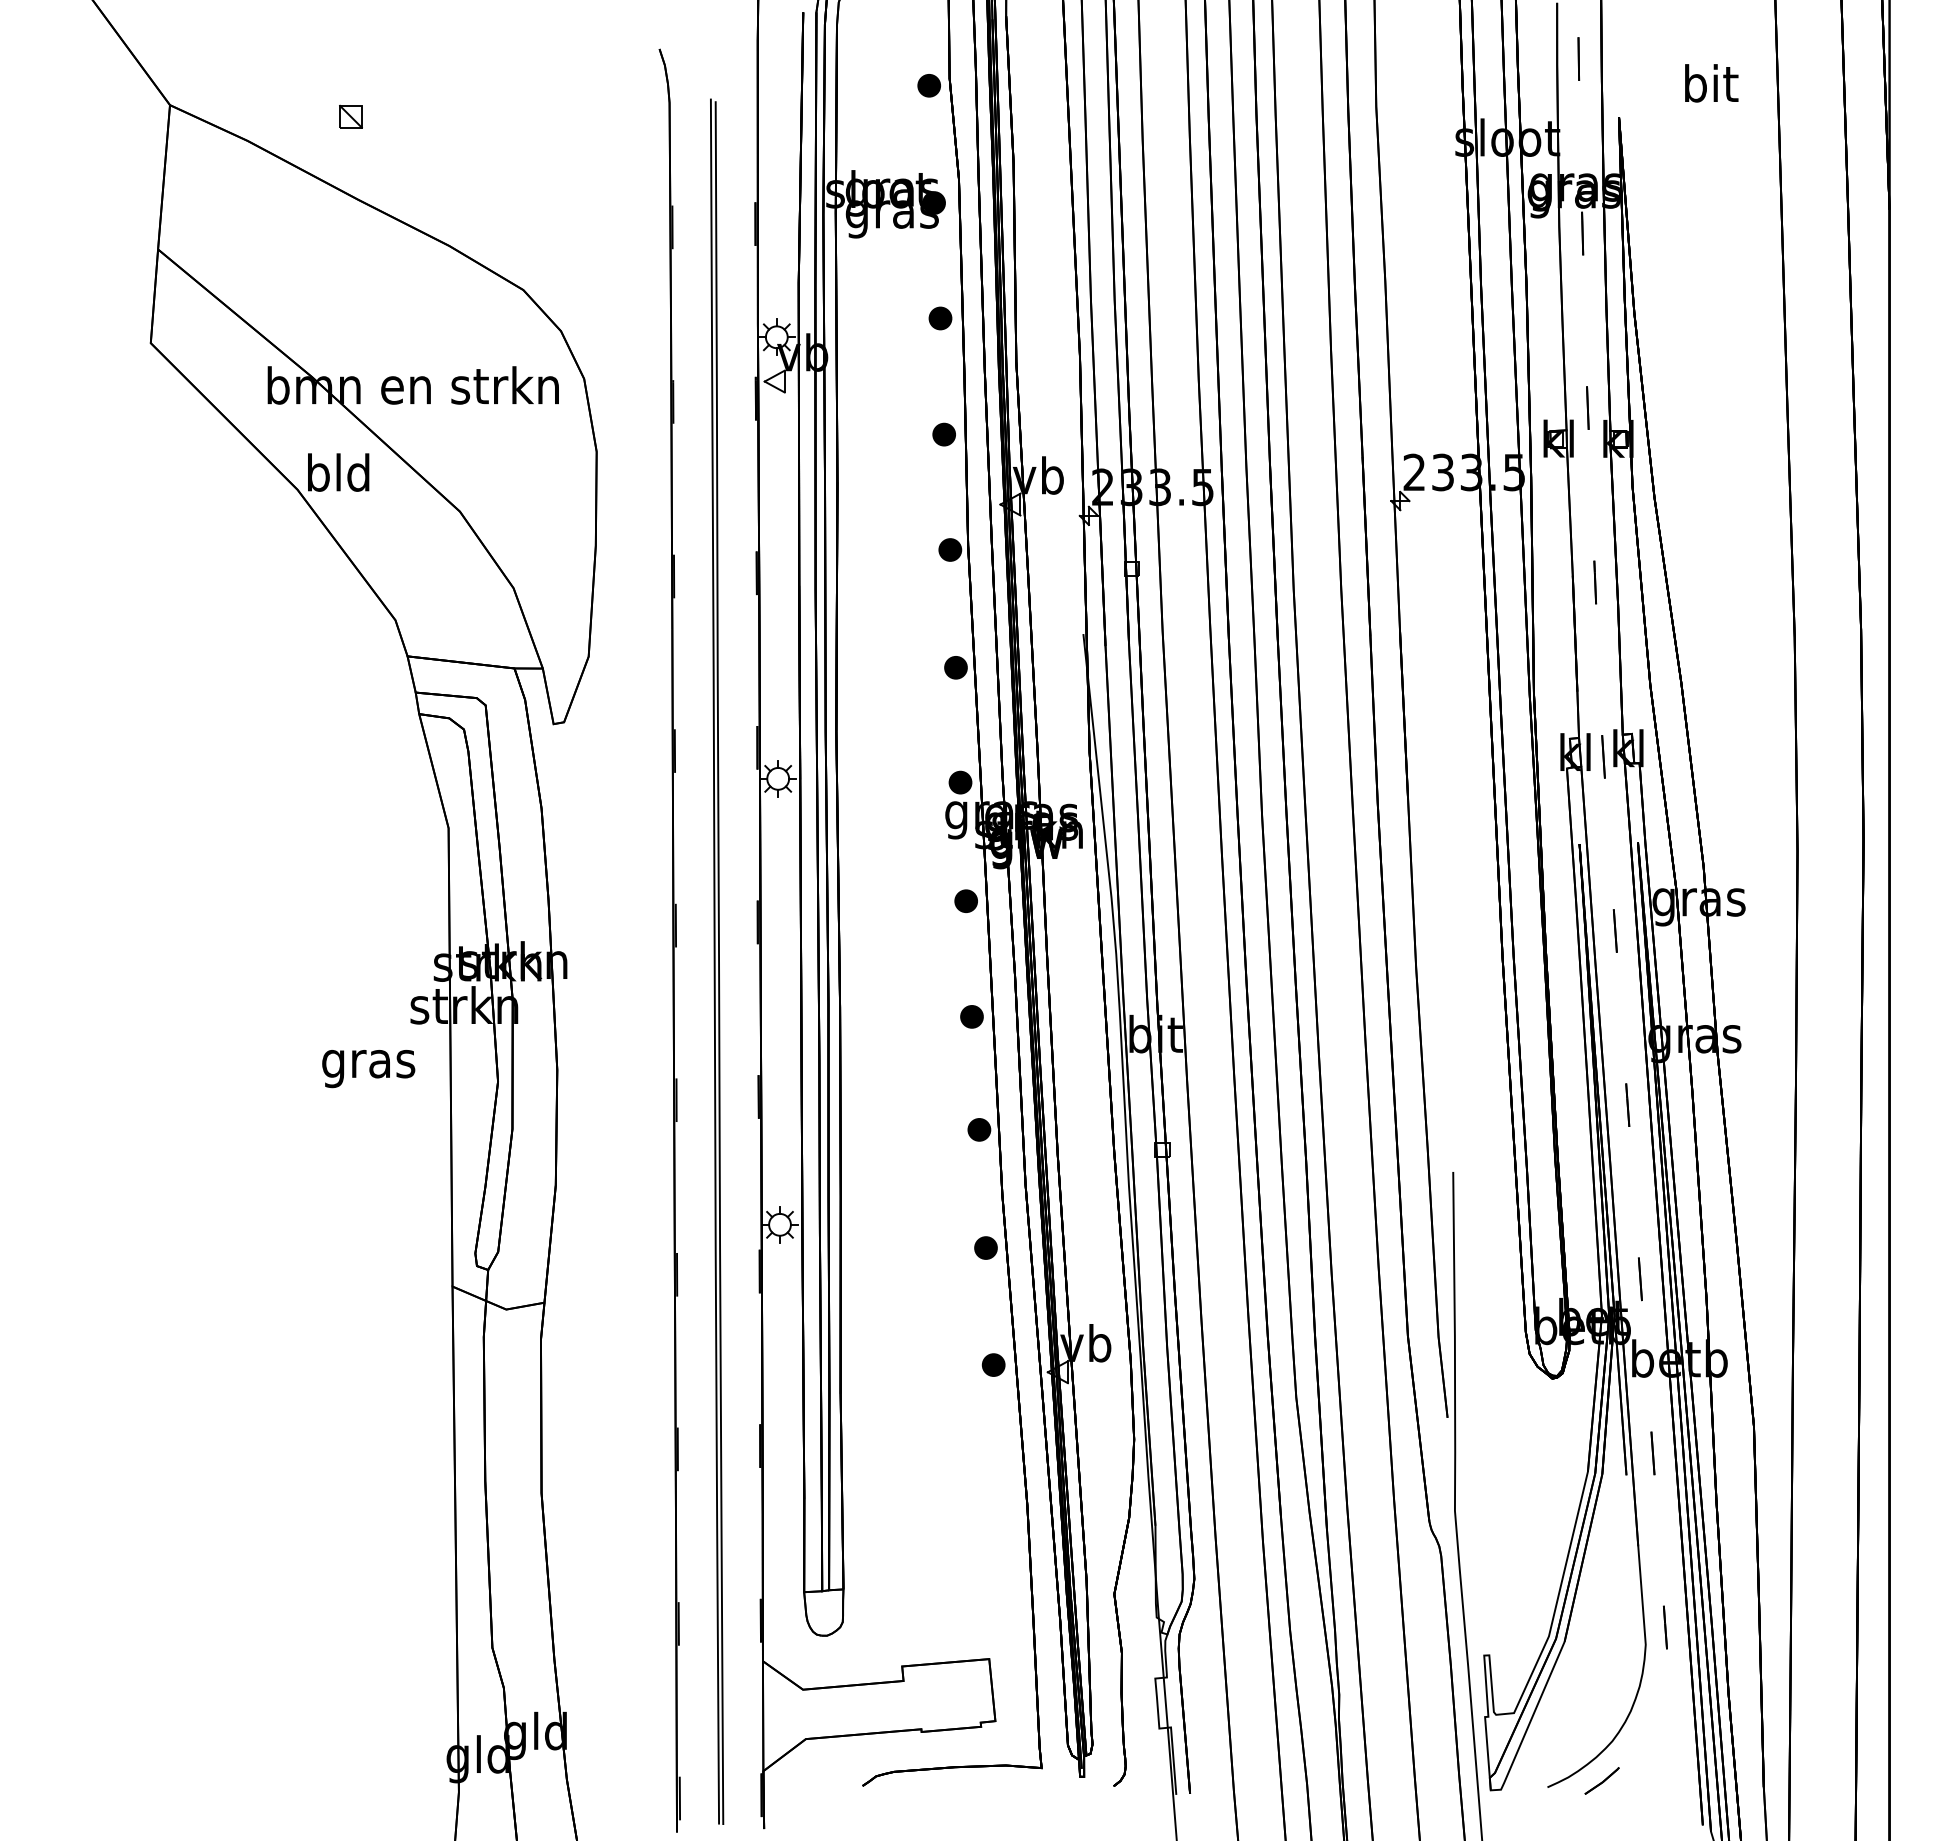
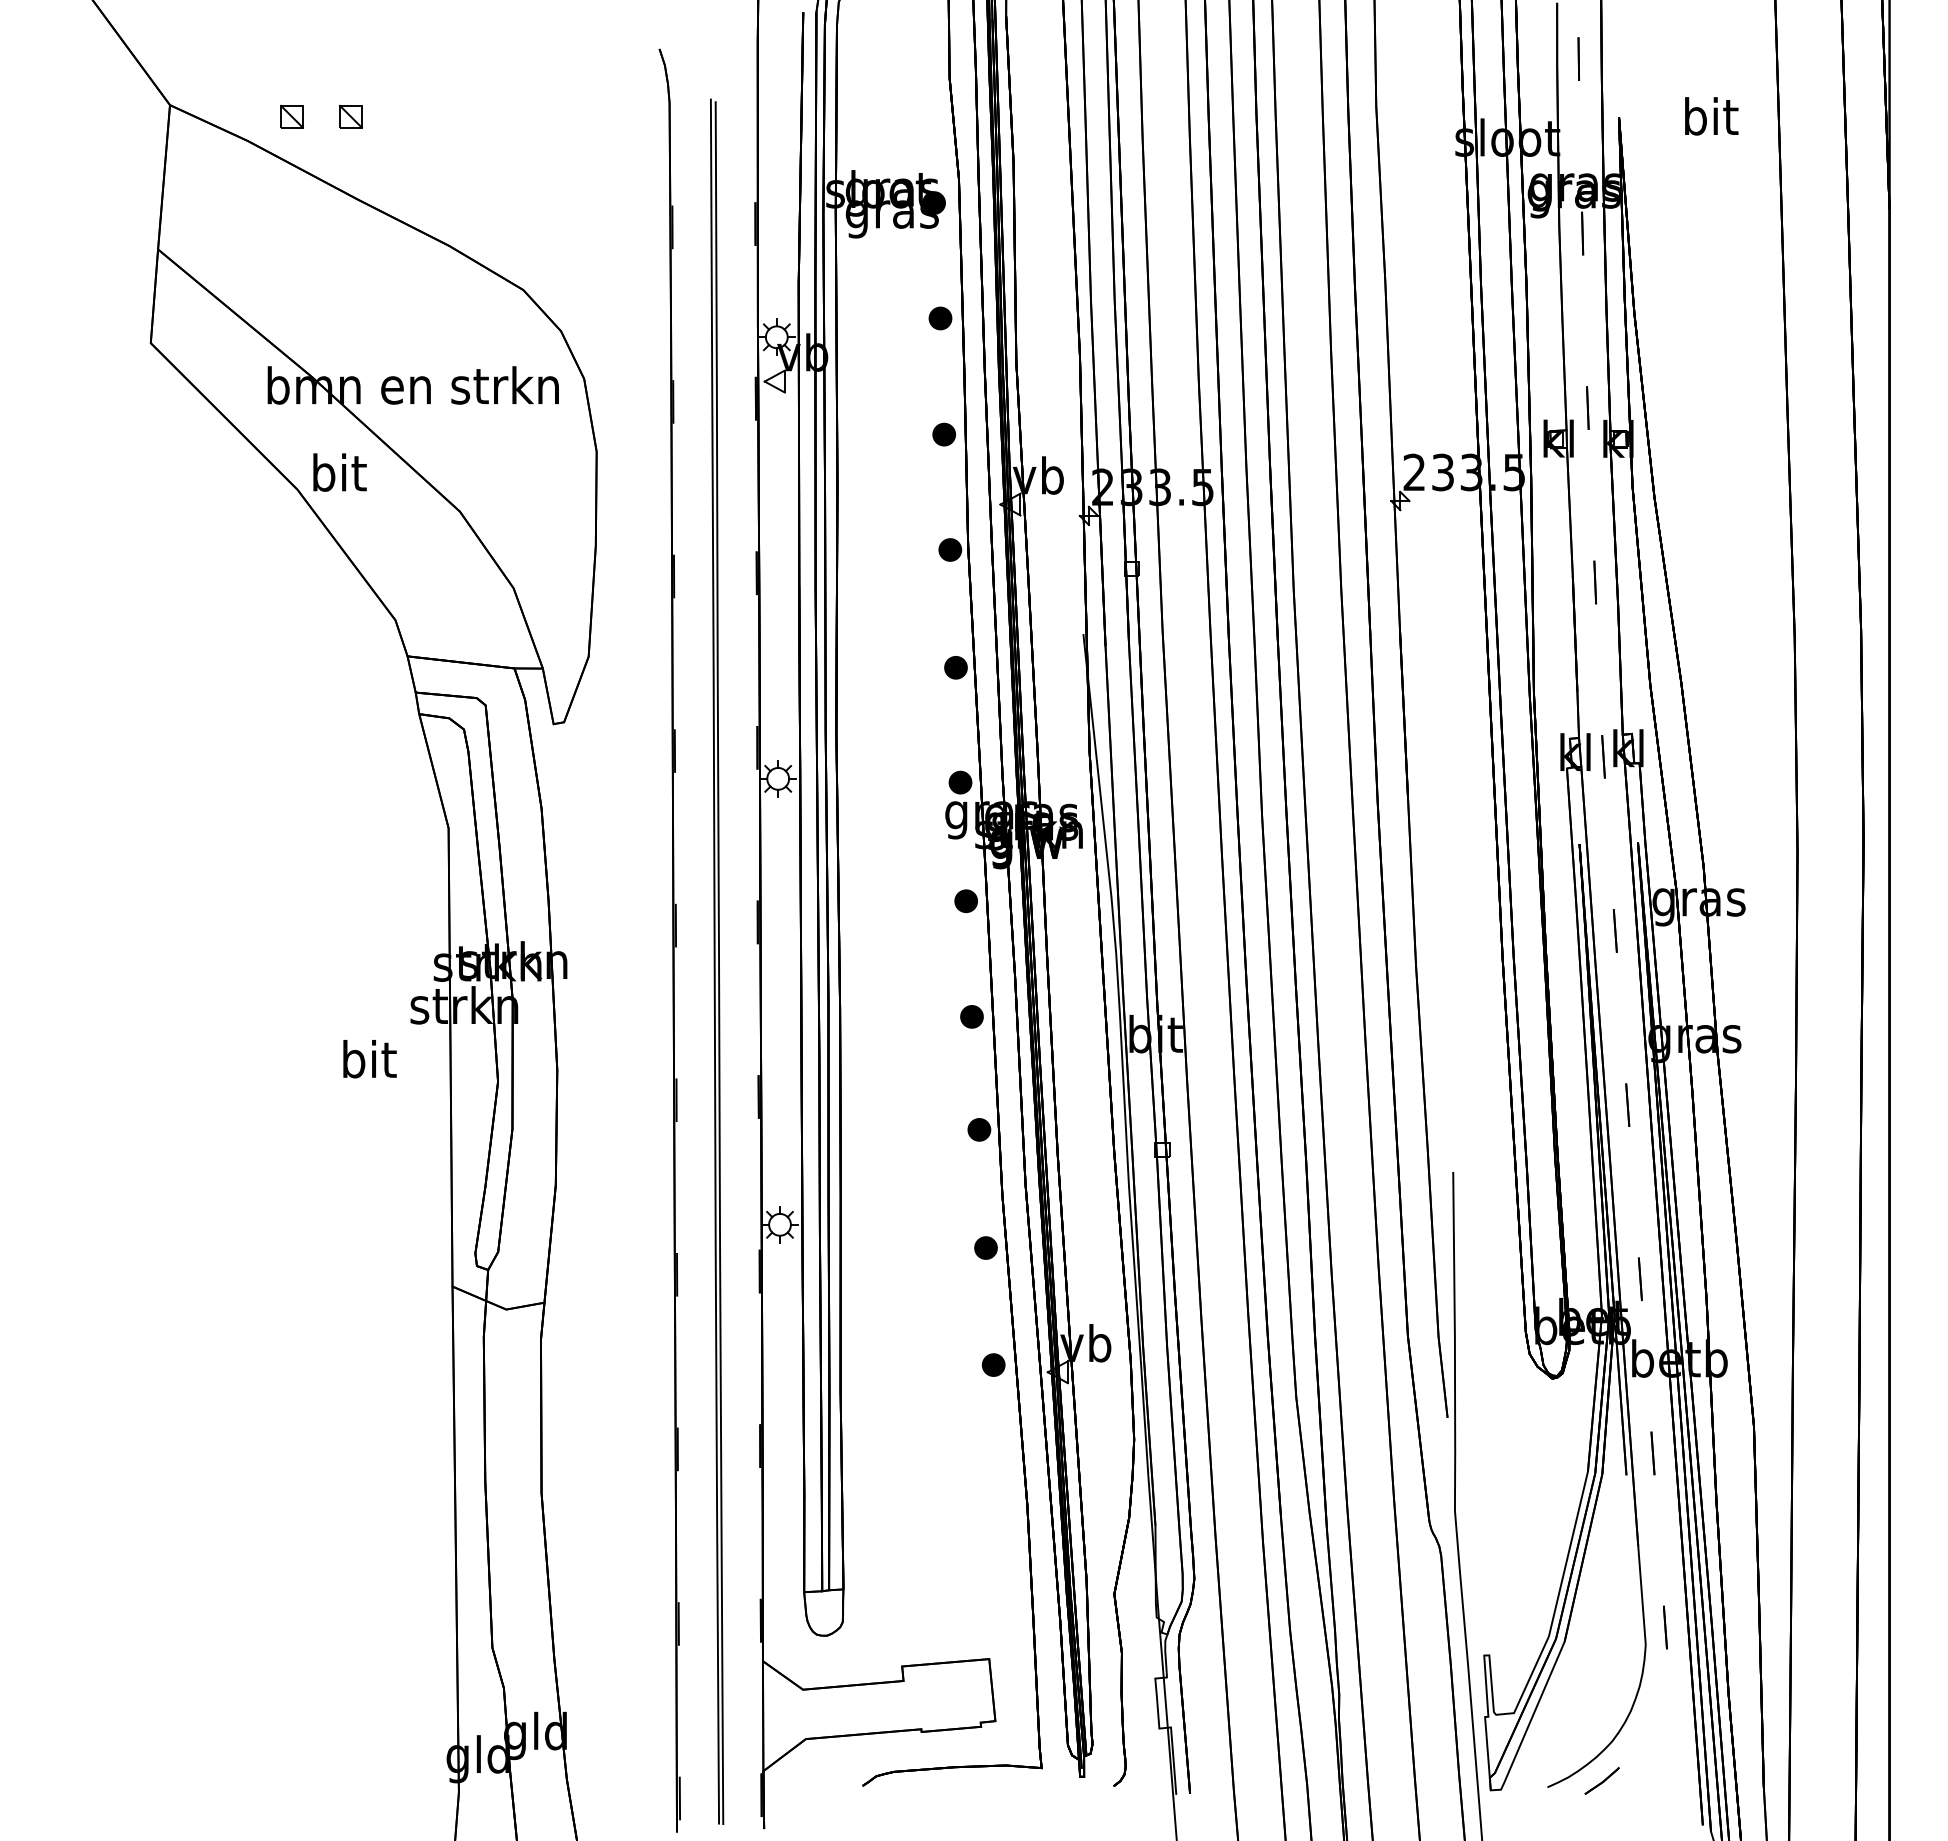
text at (1711, 83) position: (1711, 83) -> (1711, 116)
part at (928, 85): present -> none
part at (291, 116): none -> present
text at (338, 472): bld -> bit
text at (368, 1064): gras -> bit
